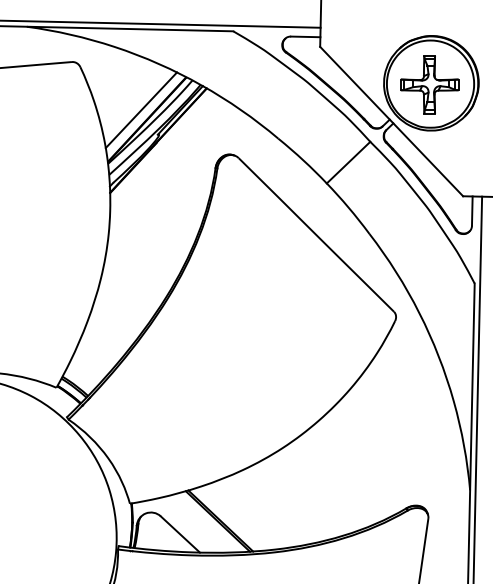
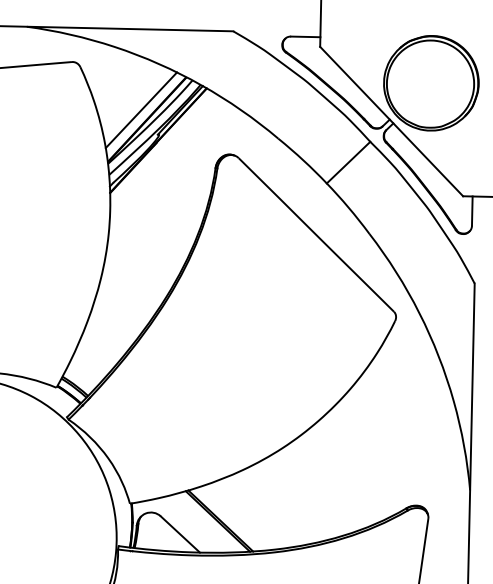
line at (161, 23): present -> none
part at (429, 84): present -> none
line at (477, 388): present -> none
